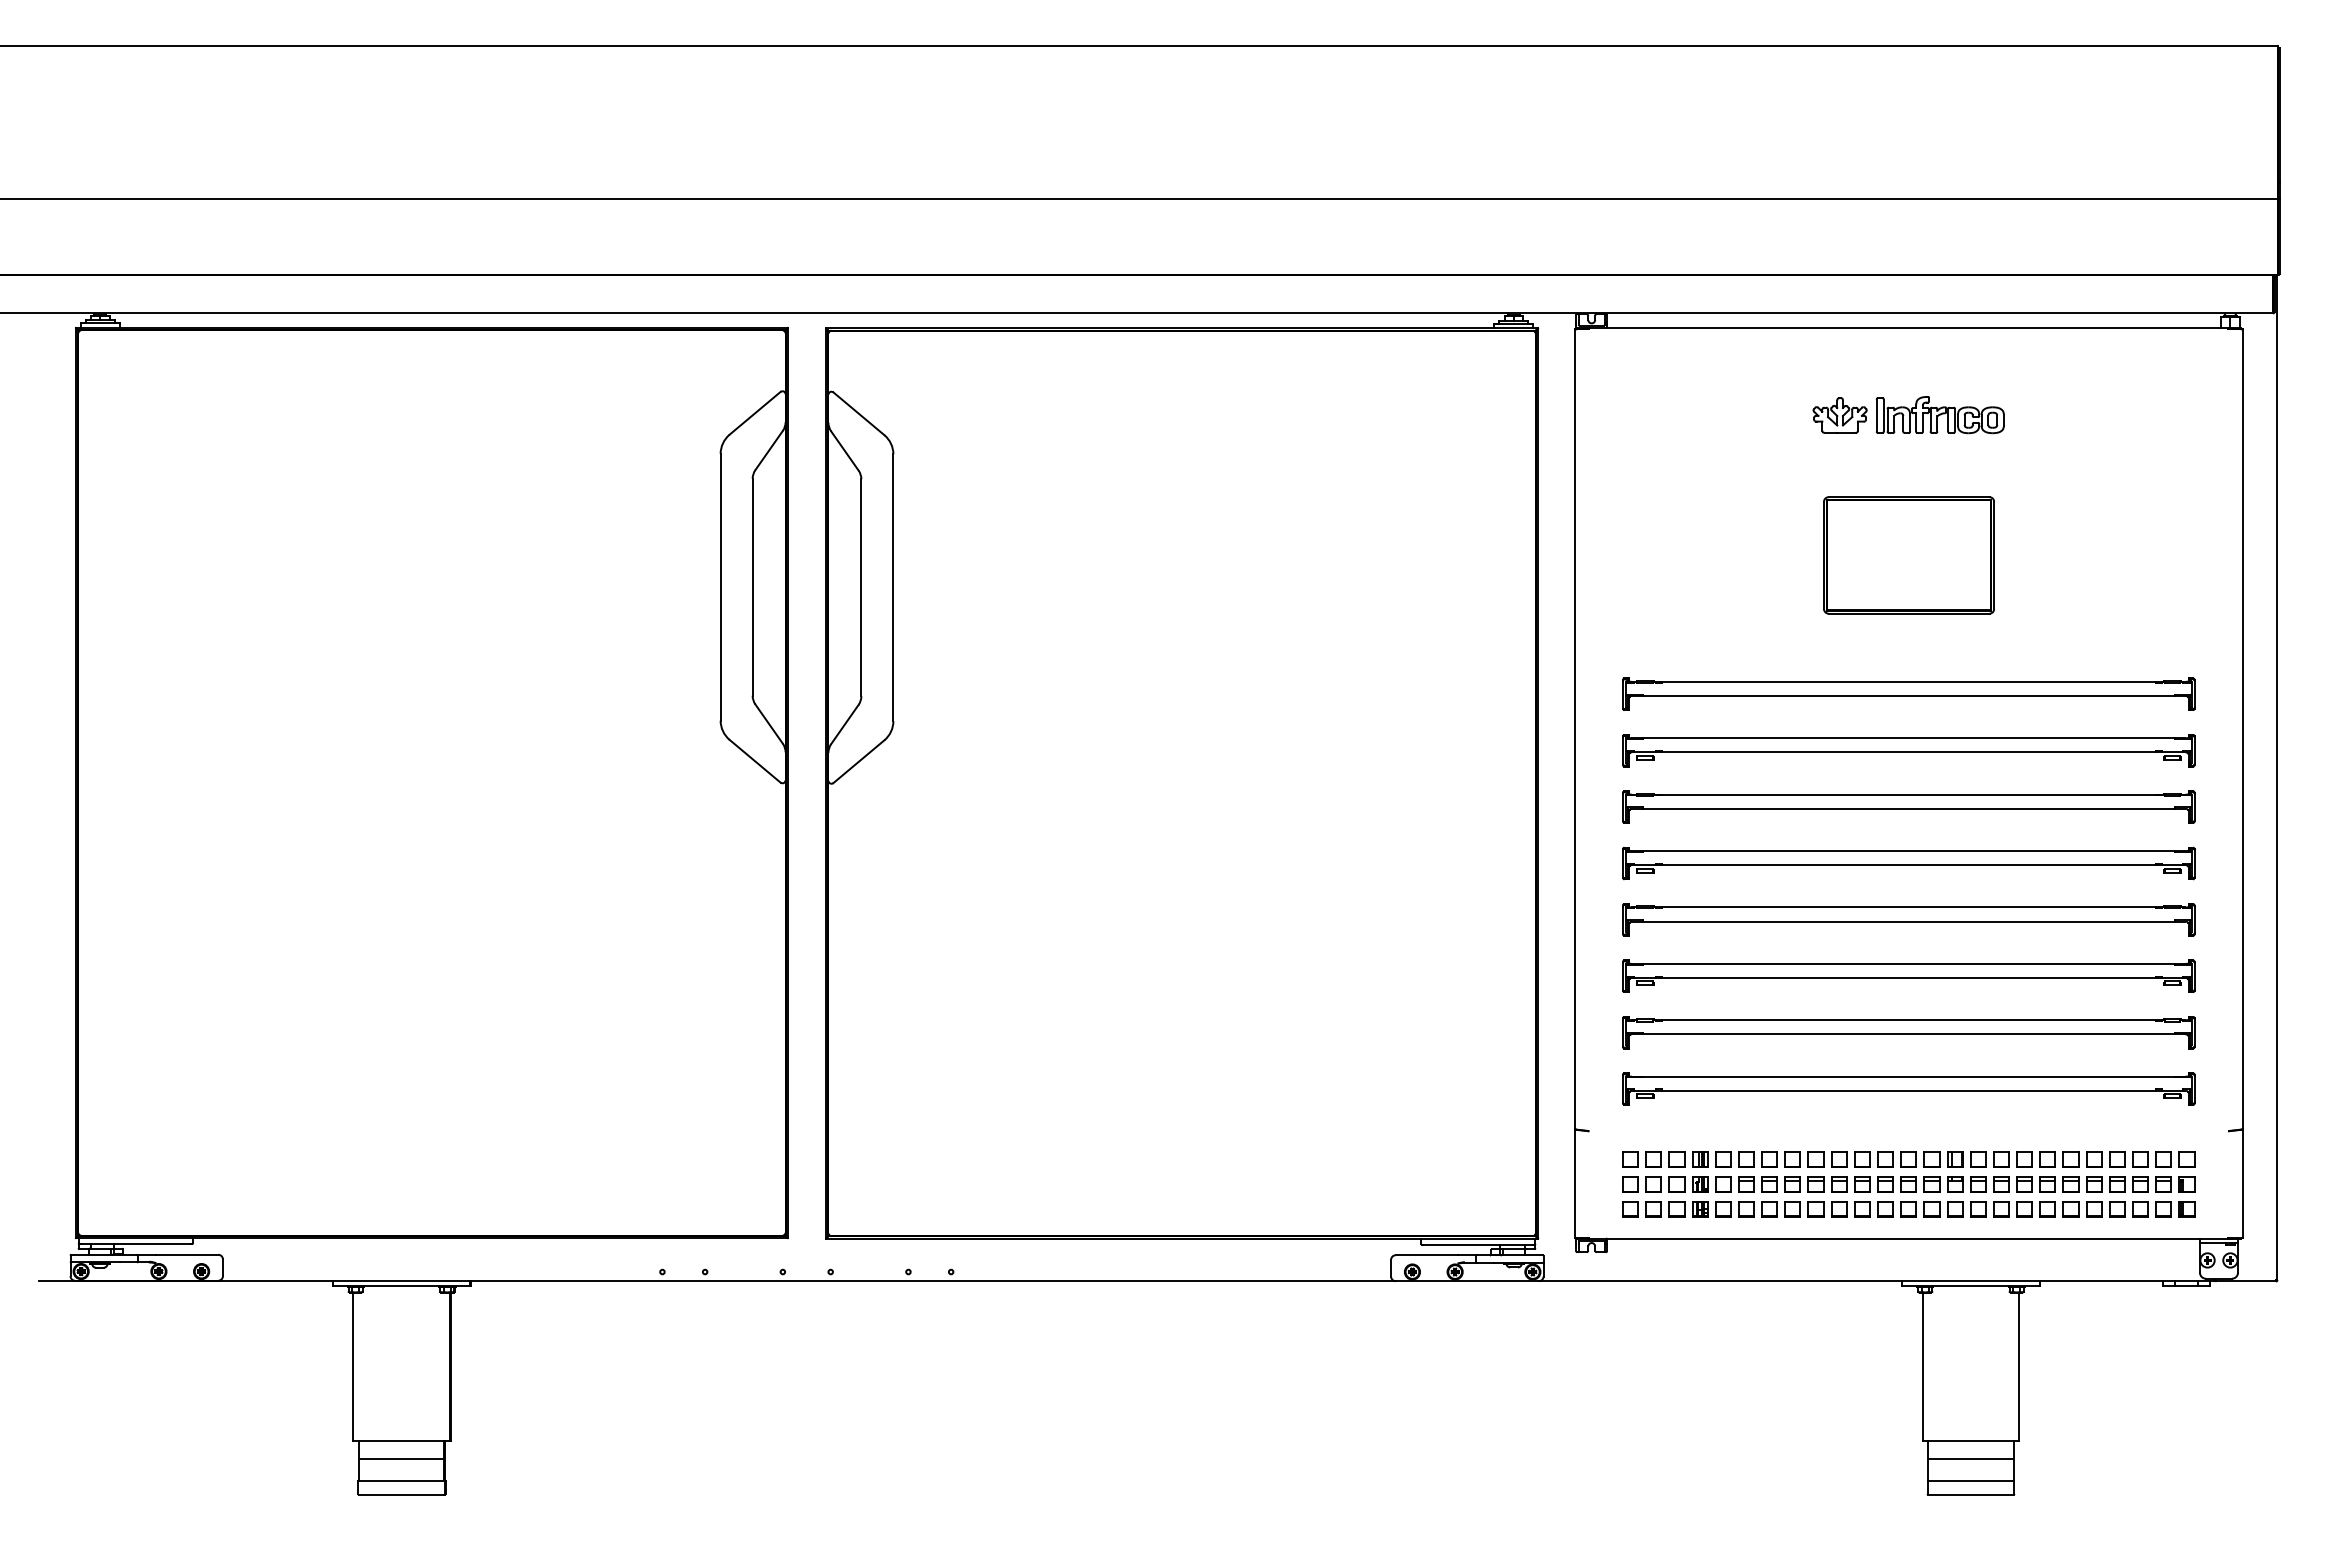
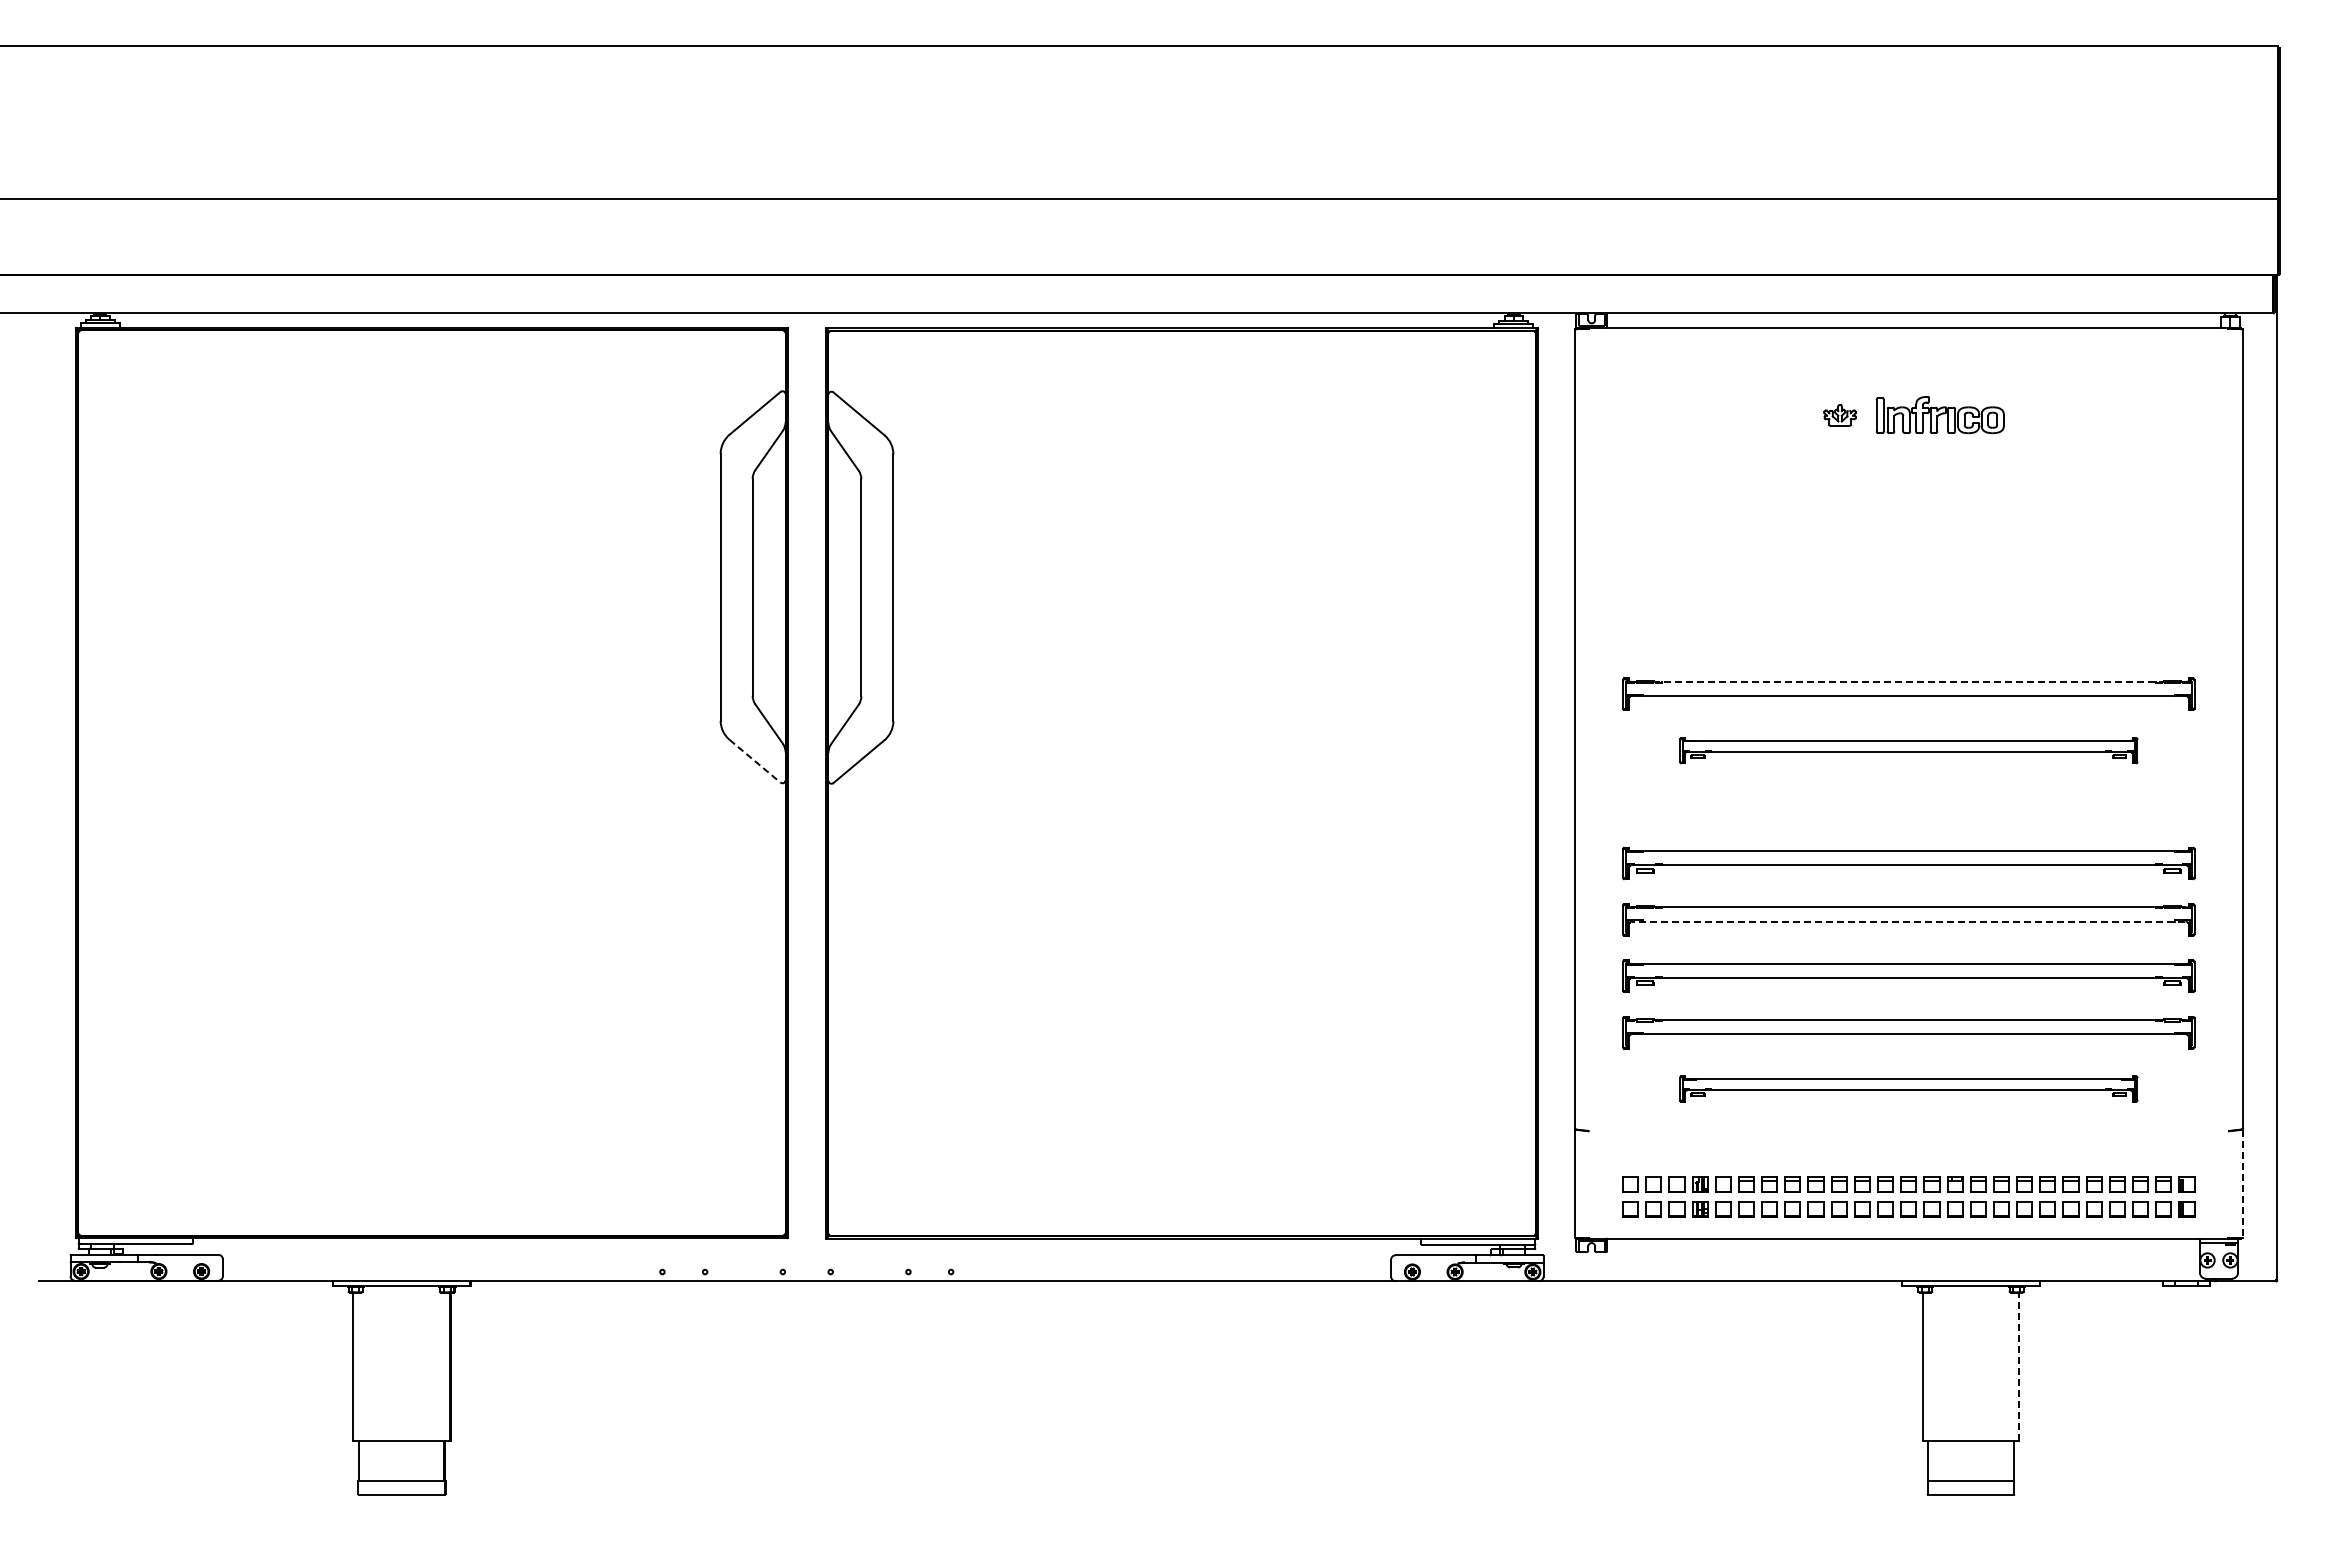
part at (1839, 415) size: 56x37 px -> 34x23 px
part at (1908, 555): present -> none
line at (1909, 681): solid -> dashed
part at (1908, 750) size: 574x34 px -> 460x28 px
line at (755, 761): solid -> dashed
part at (1908, 806): present -> none
line at (1908, 921): solid -> dashed
part at (1908, 1088) size: 574x34 px -> 460x28 px
part at (1908, 1159): present -> none
line at (2242, 1184): solid -> dashed
line at (2019, 1366): solid -> dashed
line at (401, 1458): present -> none
line at (1970, 1458): present -> none
